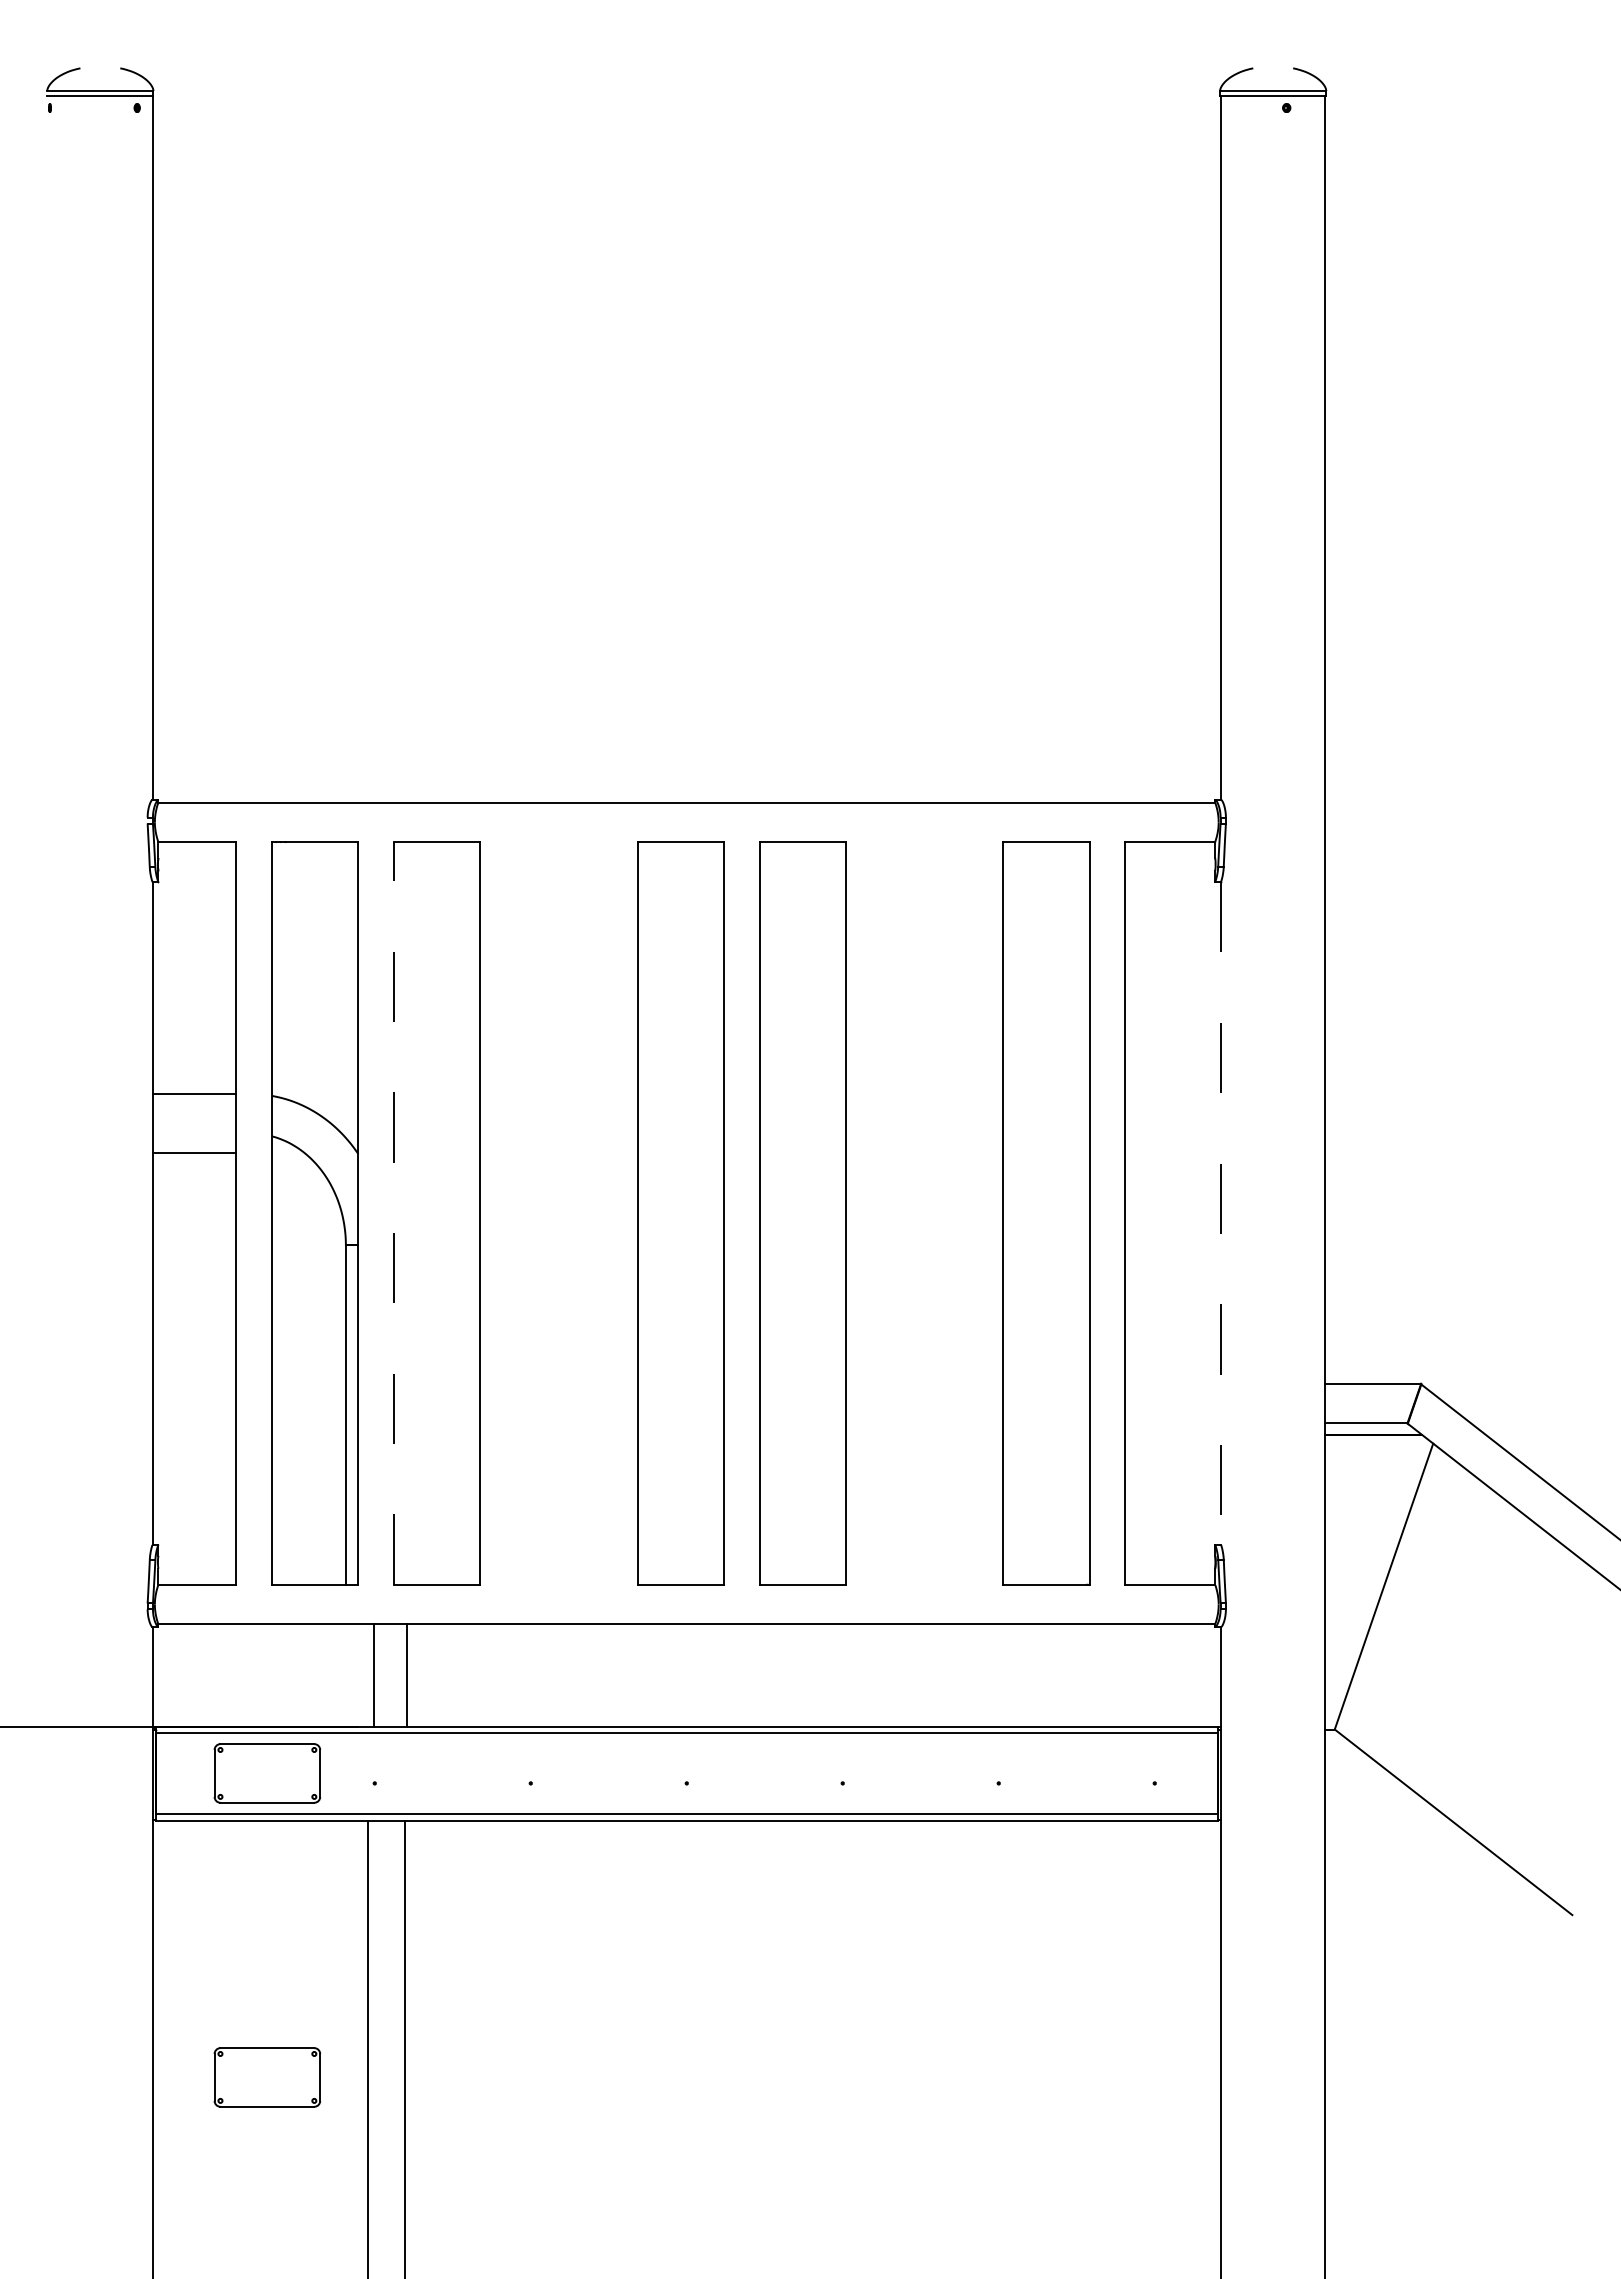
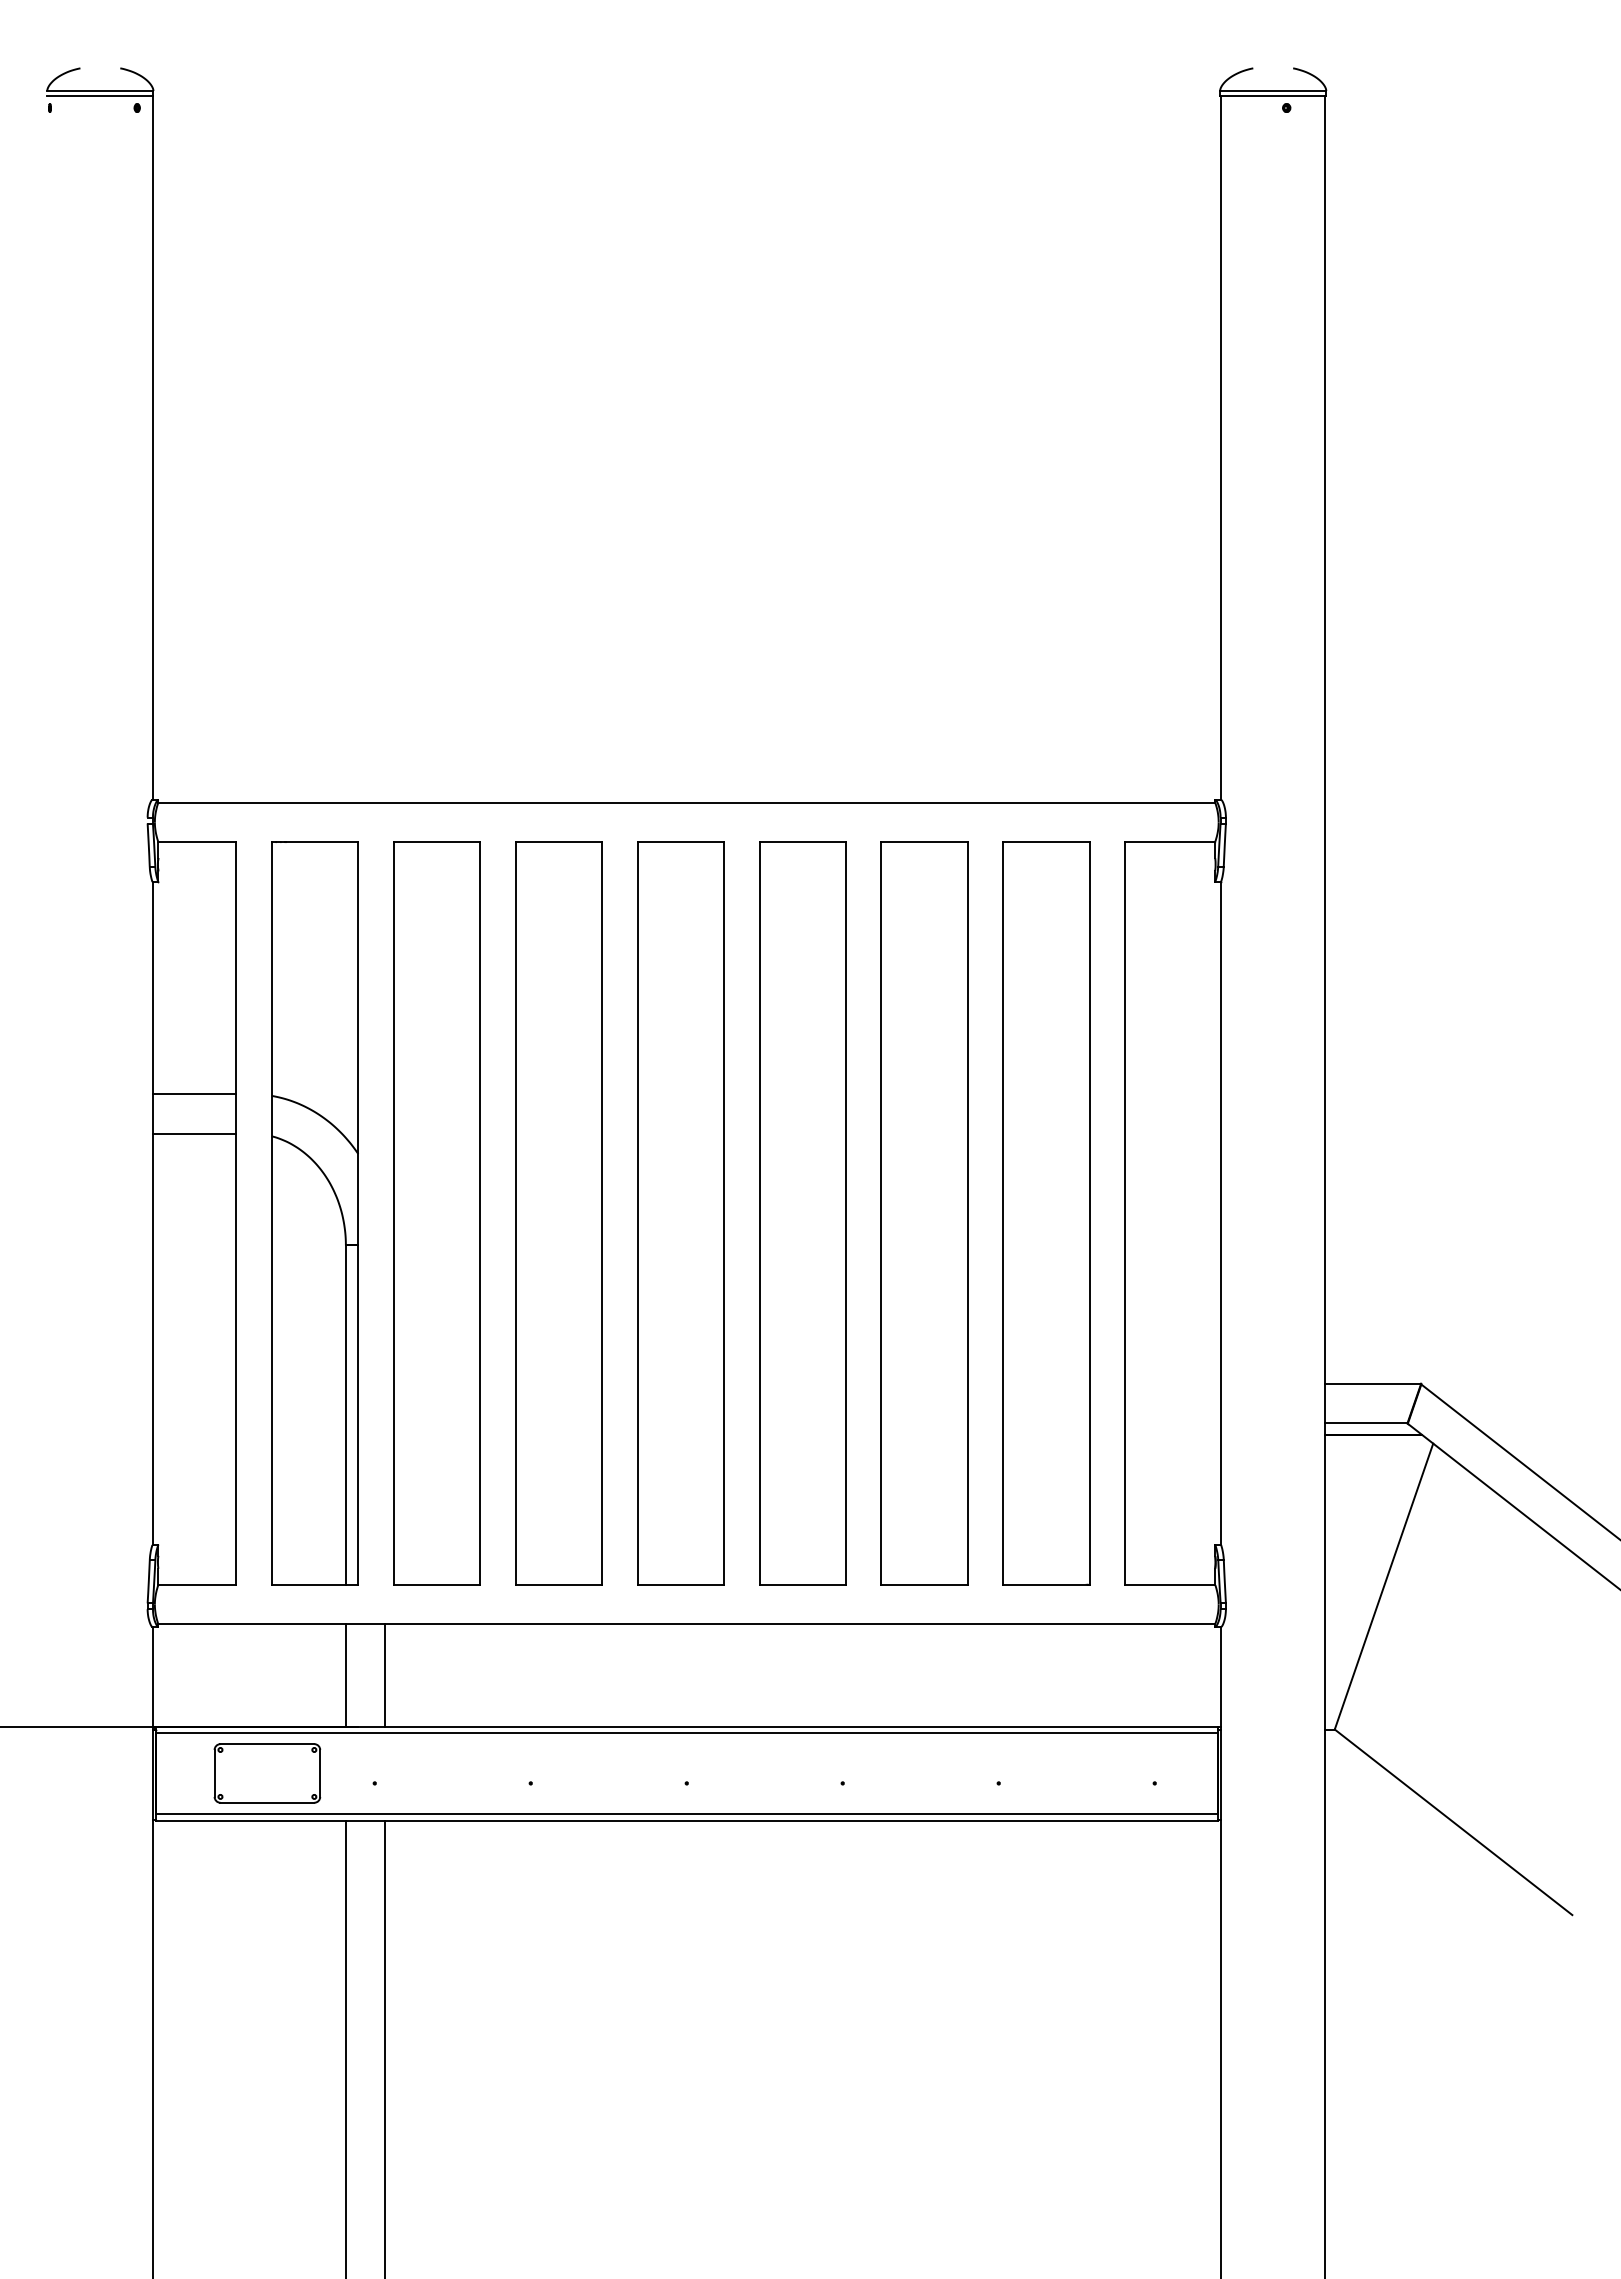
line at (194, 1152) position: (194, 1152) -> (194, 1133)
line at (393, 1212): dashed -> solid
part at (558, 1213): none -> present
part at (924, 1213): none -> present
line at (1221, 1213): dashed -> solid
line at (373, 1675) position: (373, 1675) -> (345, 1675)
line at (407, 1675) position: (407, 1675) -> (385, 1675)
line at (367, 2047) position: (367, 2047) -> (345, 2047)
line at (405, 2047) position: (405, 2047) -> (385, 2047)
part at (267, 2077): present -> none
